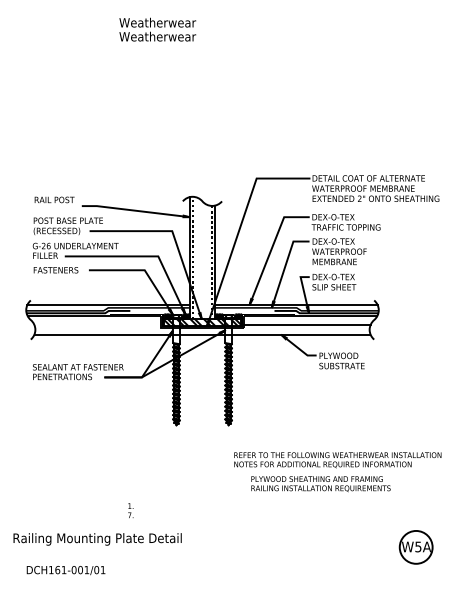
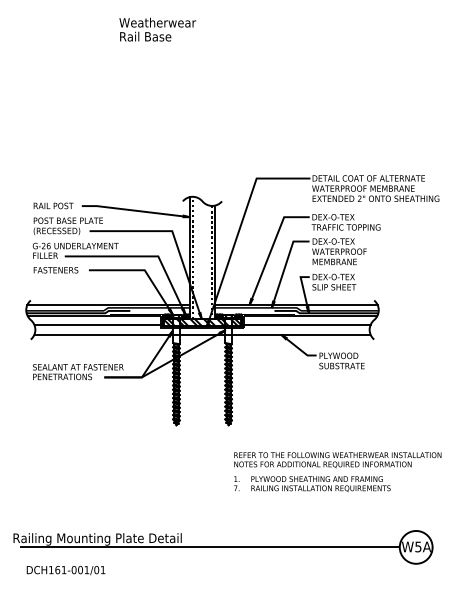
text at (157, 36): Weatherwear -> Rail Base
text at (54, 199) position: (54, 199) -> (53, 205)
line at (97, 325): none -> present
text at (130, 510) position: (130, 510) -> (236, 483)
line at (209, 547): none -> present
